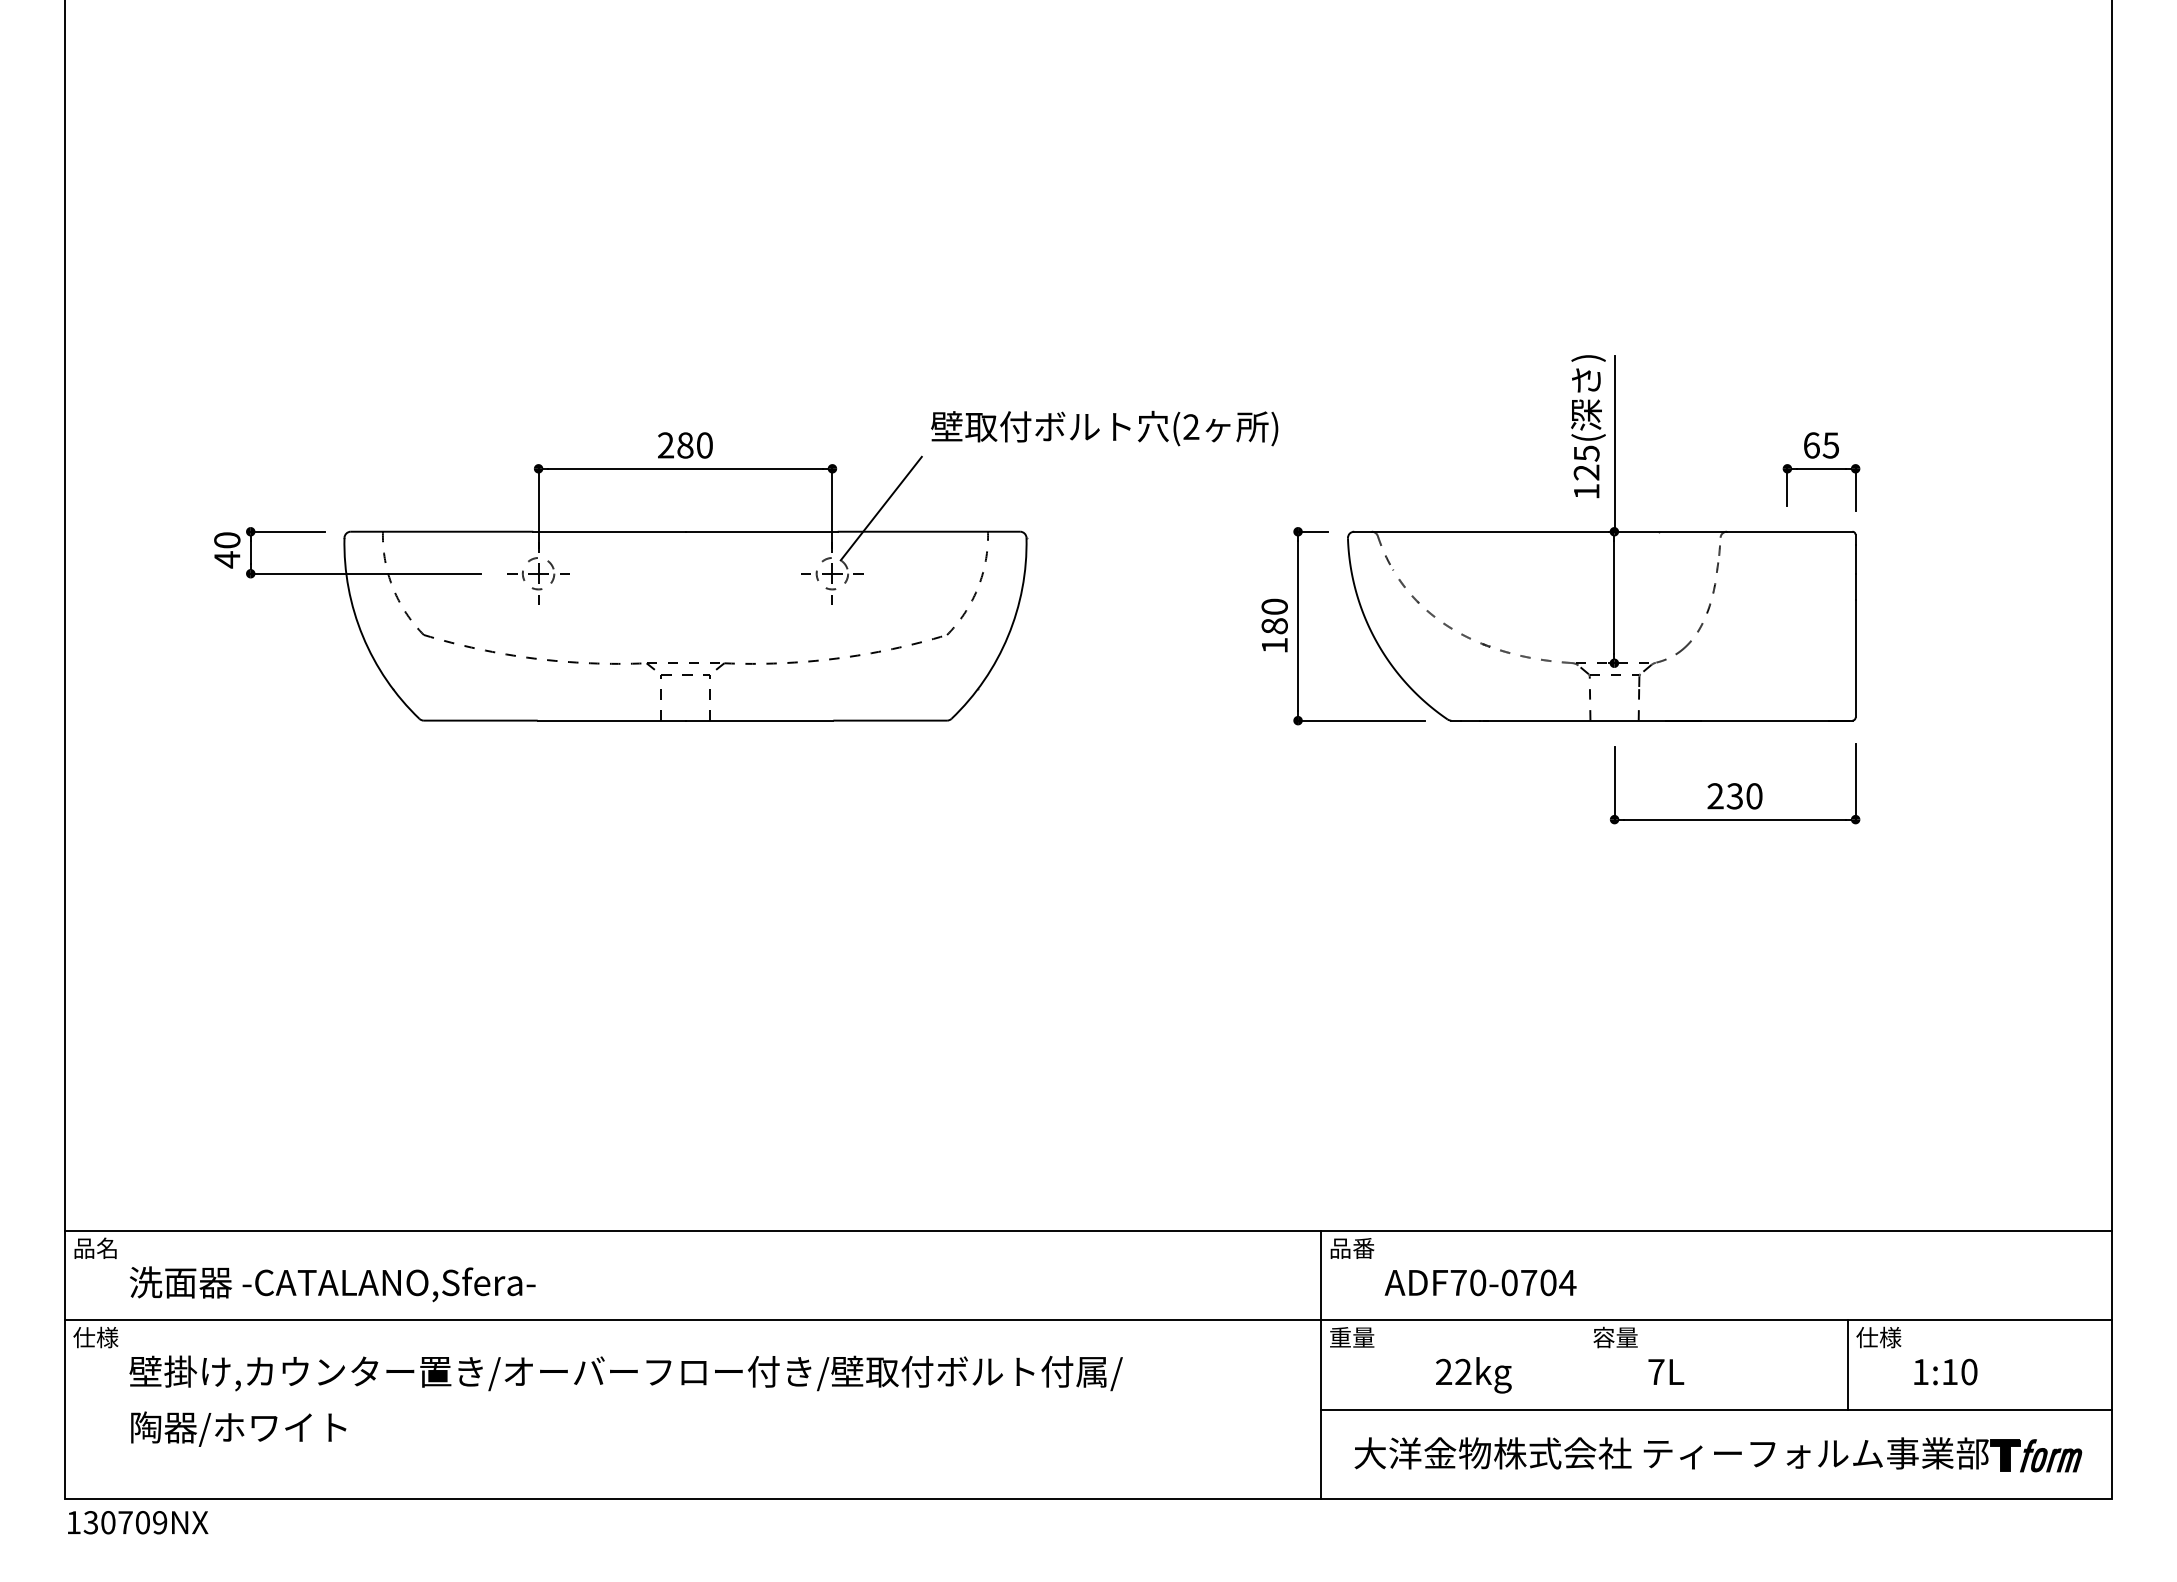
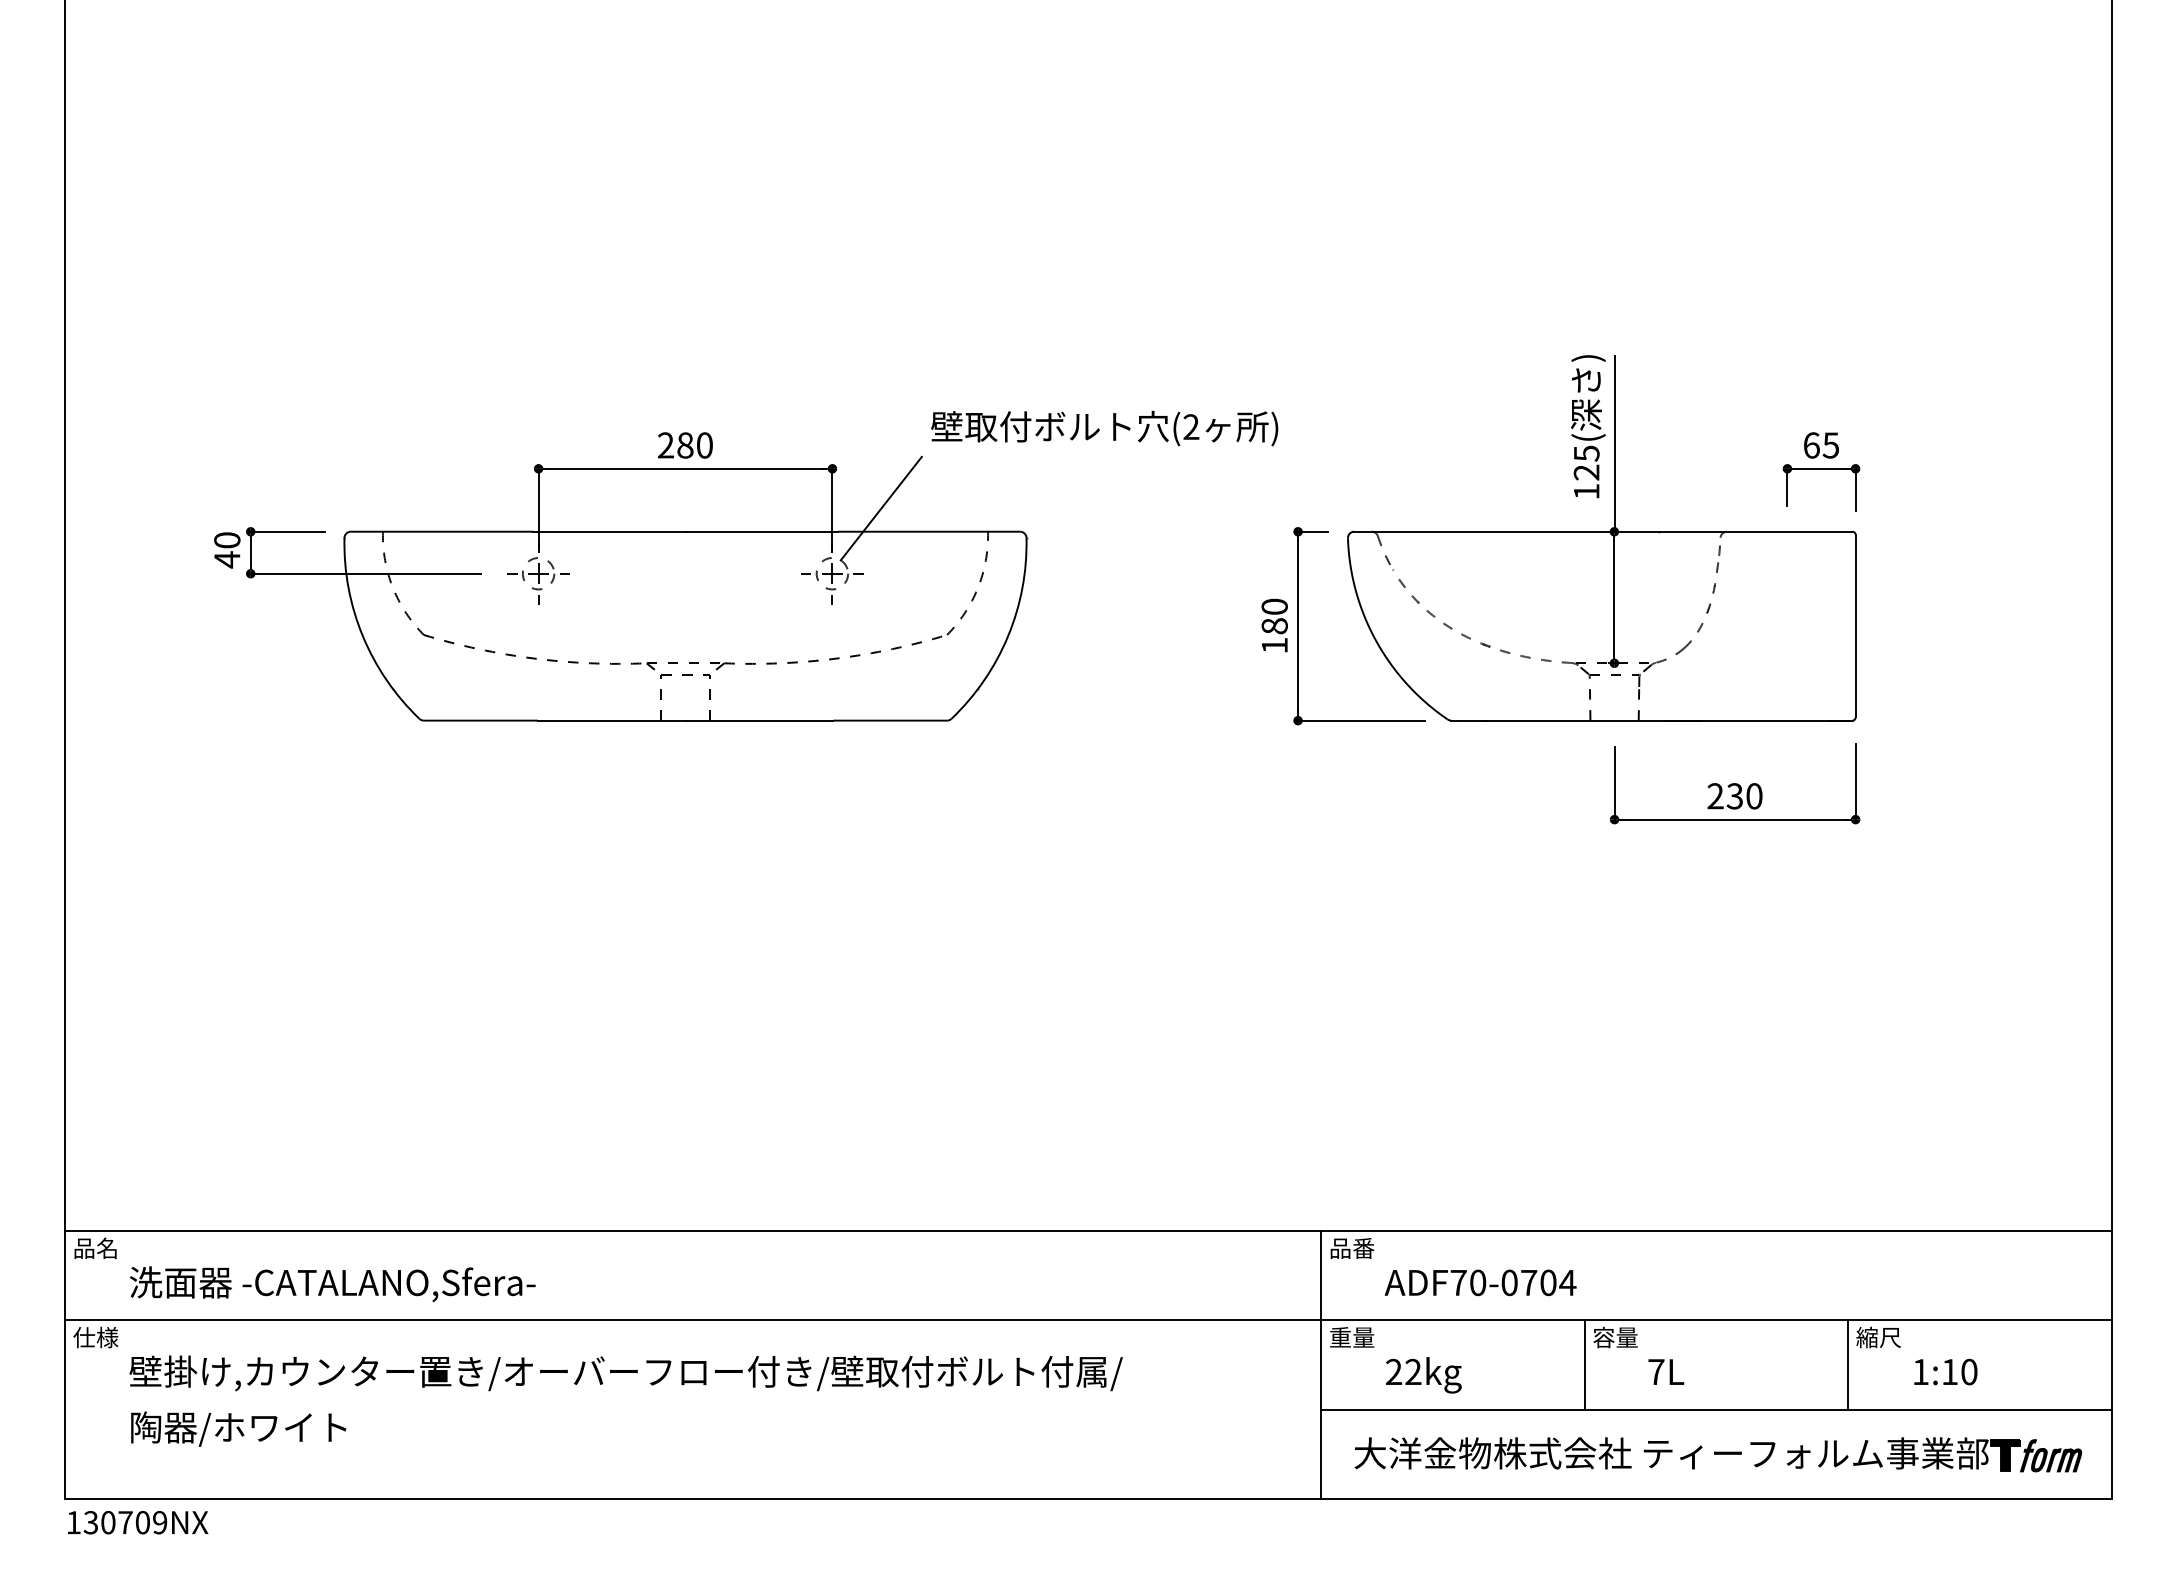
text at (1878, 1337): 仕様 -> 縮尺
line at (1584, 1364): none -> present
text at (1473, 1375) position: (1473, 1375) -> (1423, 1375)
